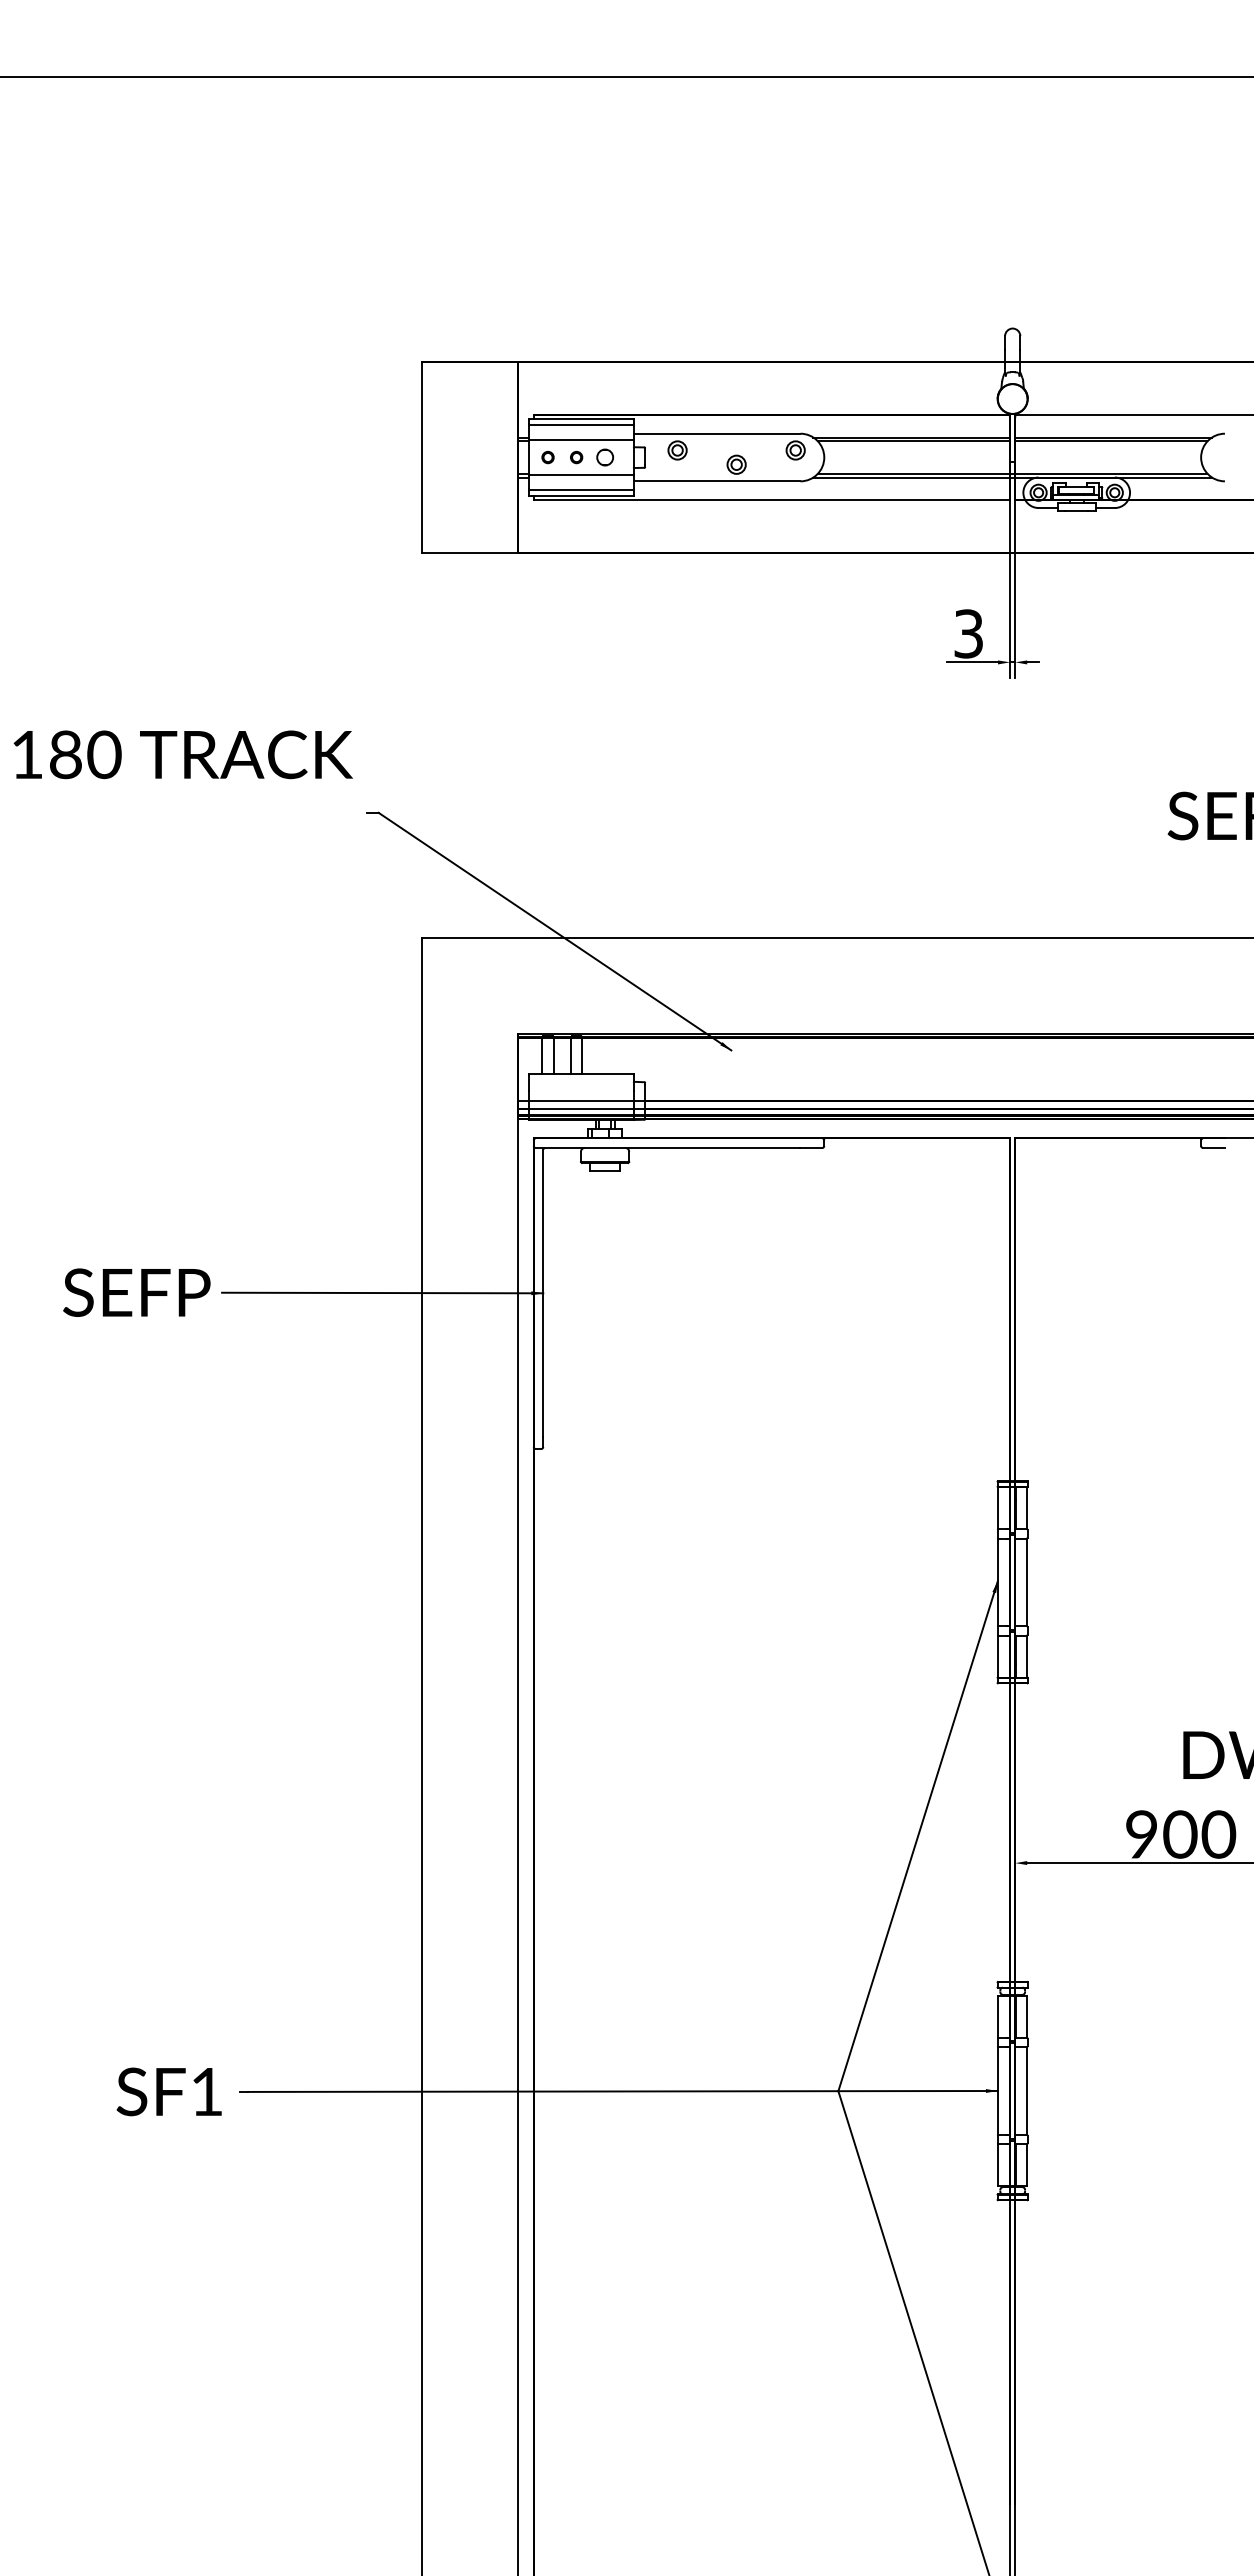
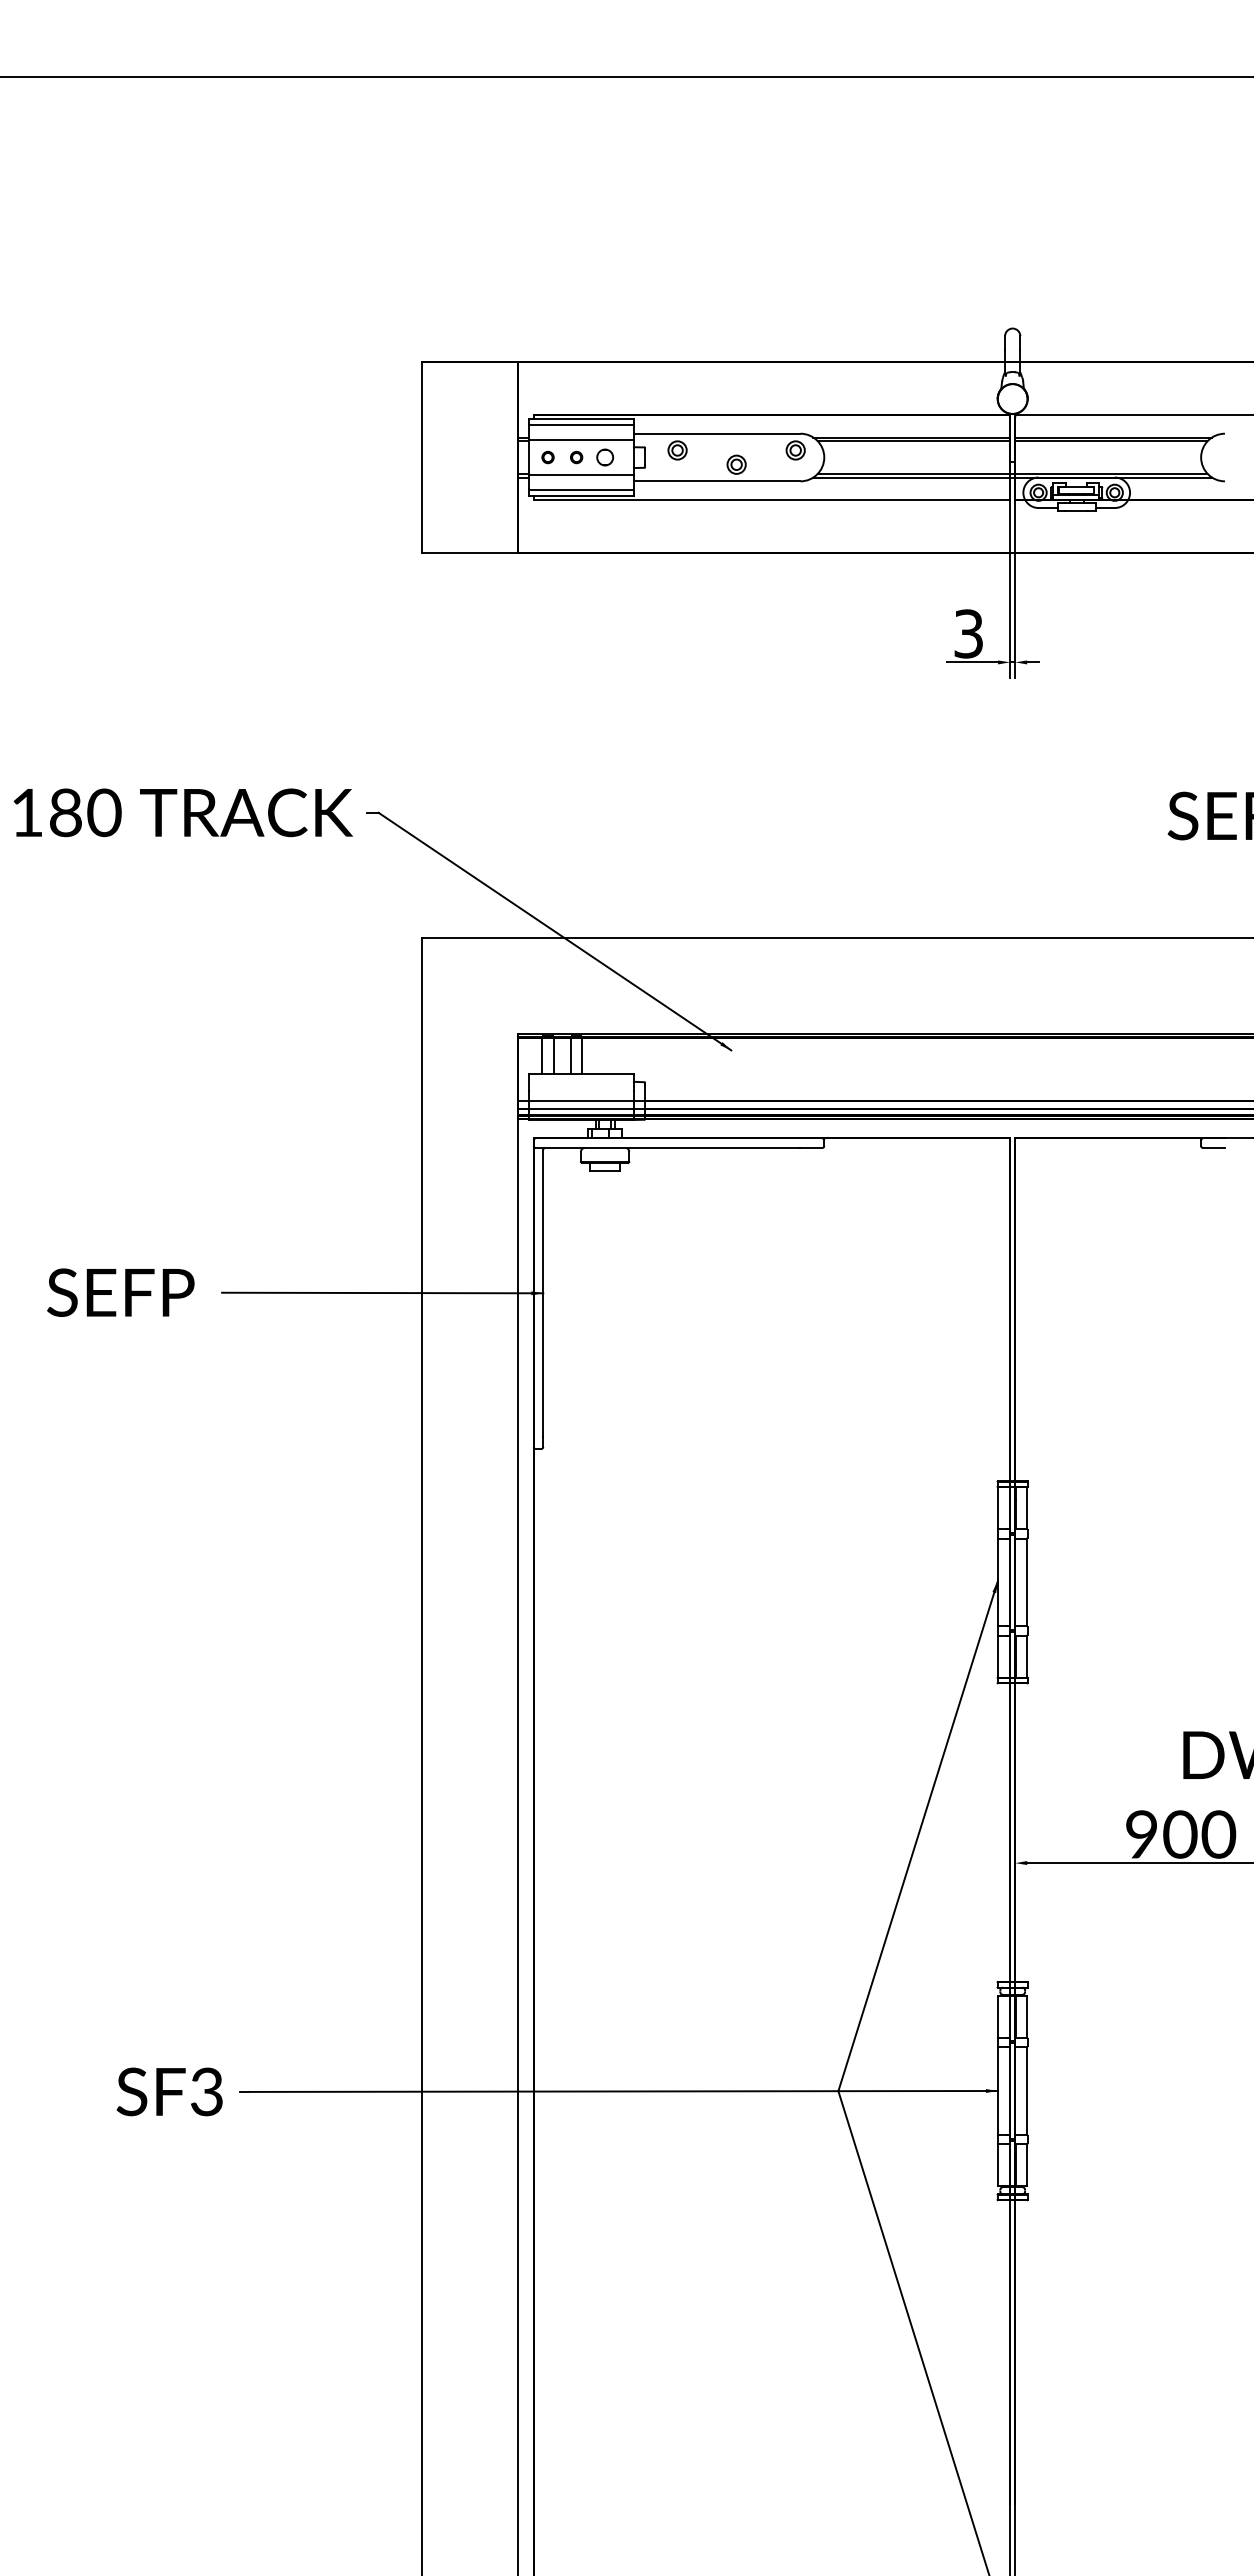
text at (182, 754) position: (182, 754) -> (182, 812)
text at (136, 1292) position: (136, 1292) -> (120, 1292)
text at (206, 2091): SF1 -> SF3
